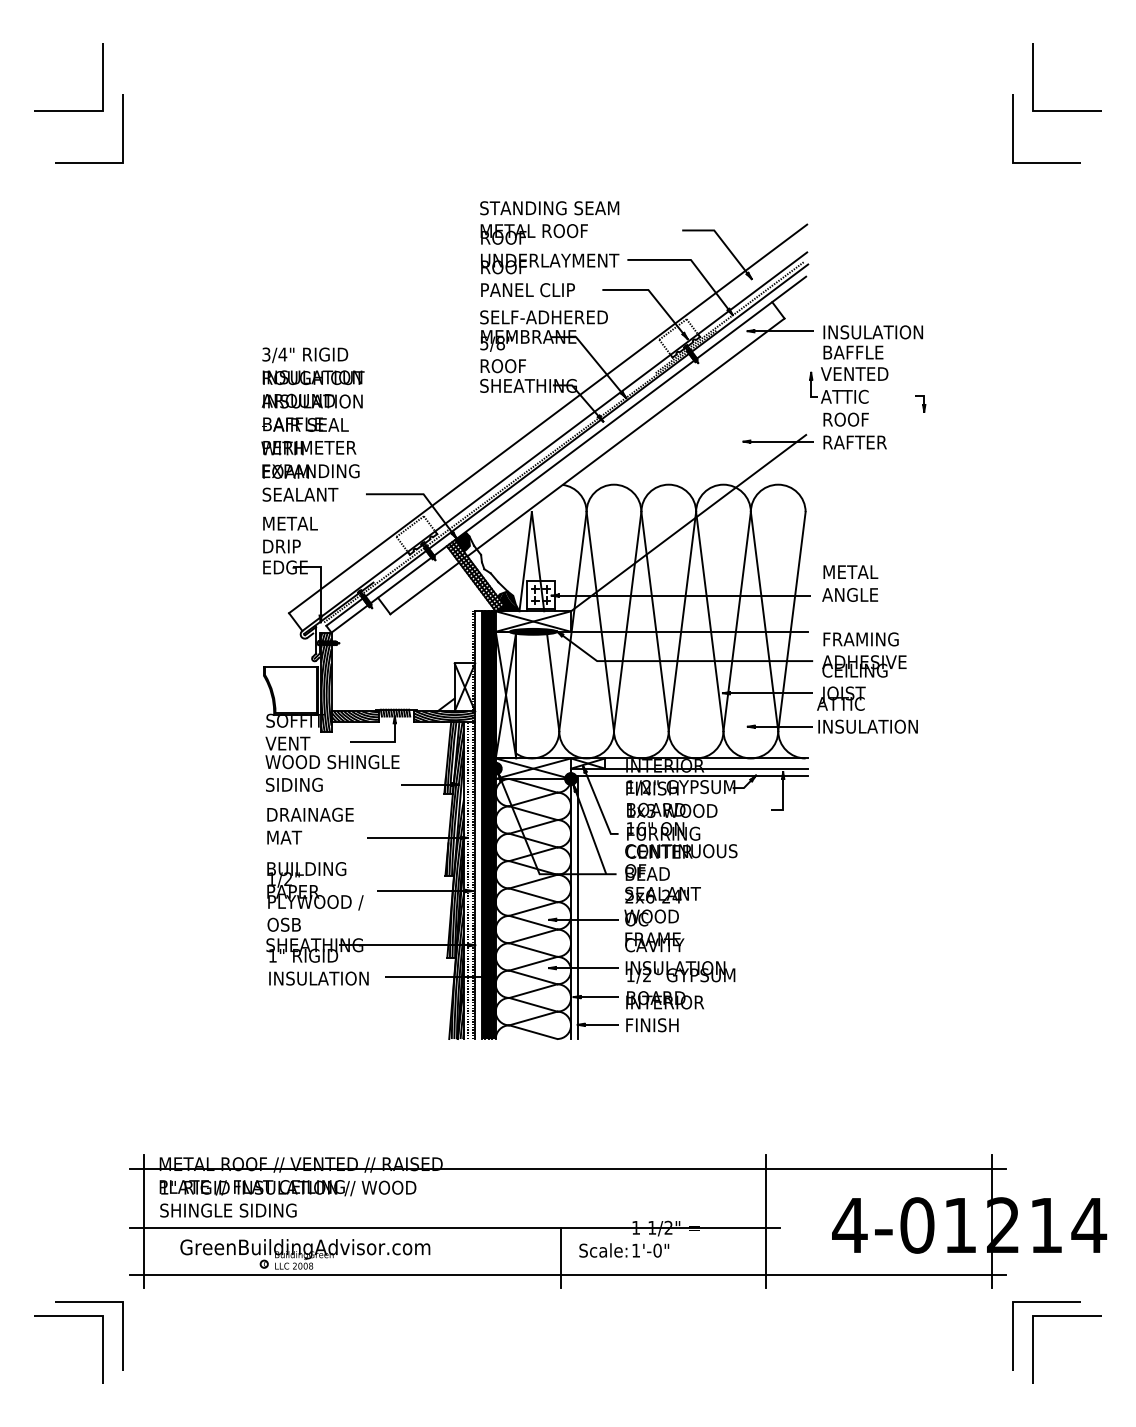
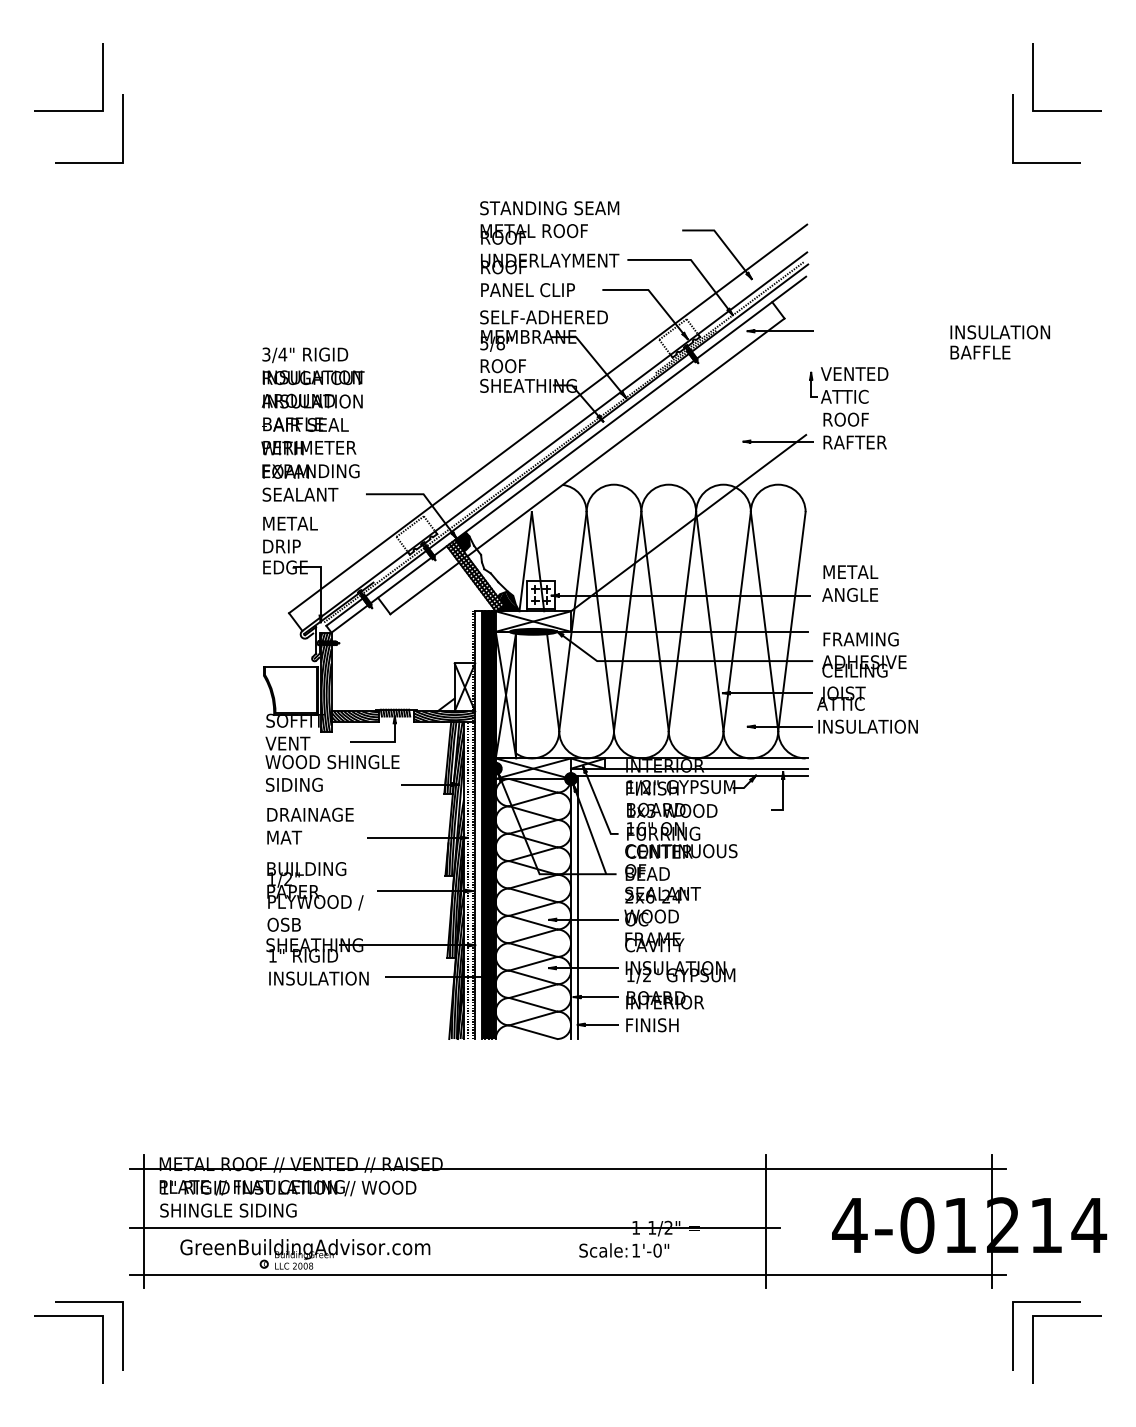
text at (872, 342) position: (872, 342) -> (999, 342)
part at (920, 403): present -> none
line at (560, 1257): present -> none
